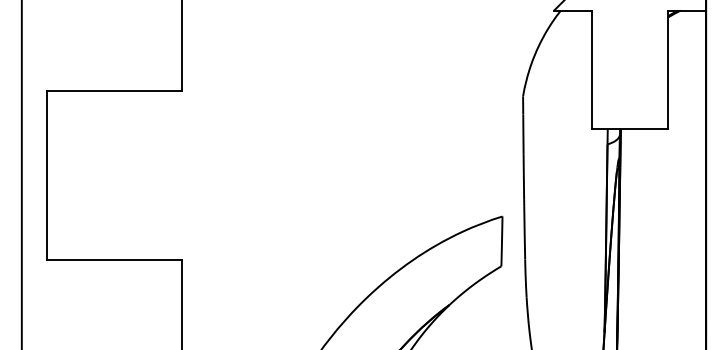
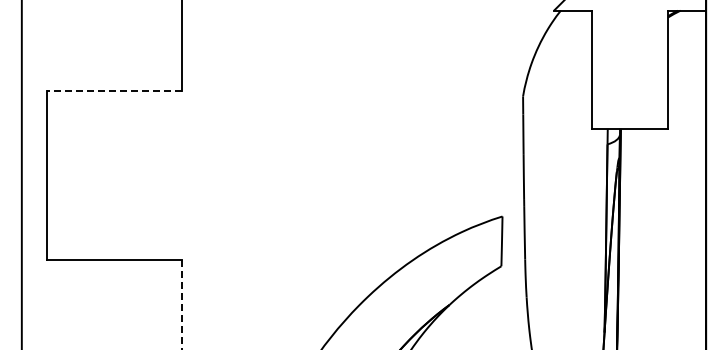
line at (114, 90): solid -> dashed
line at (182, 304): solid -> dashed
